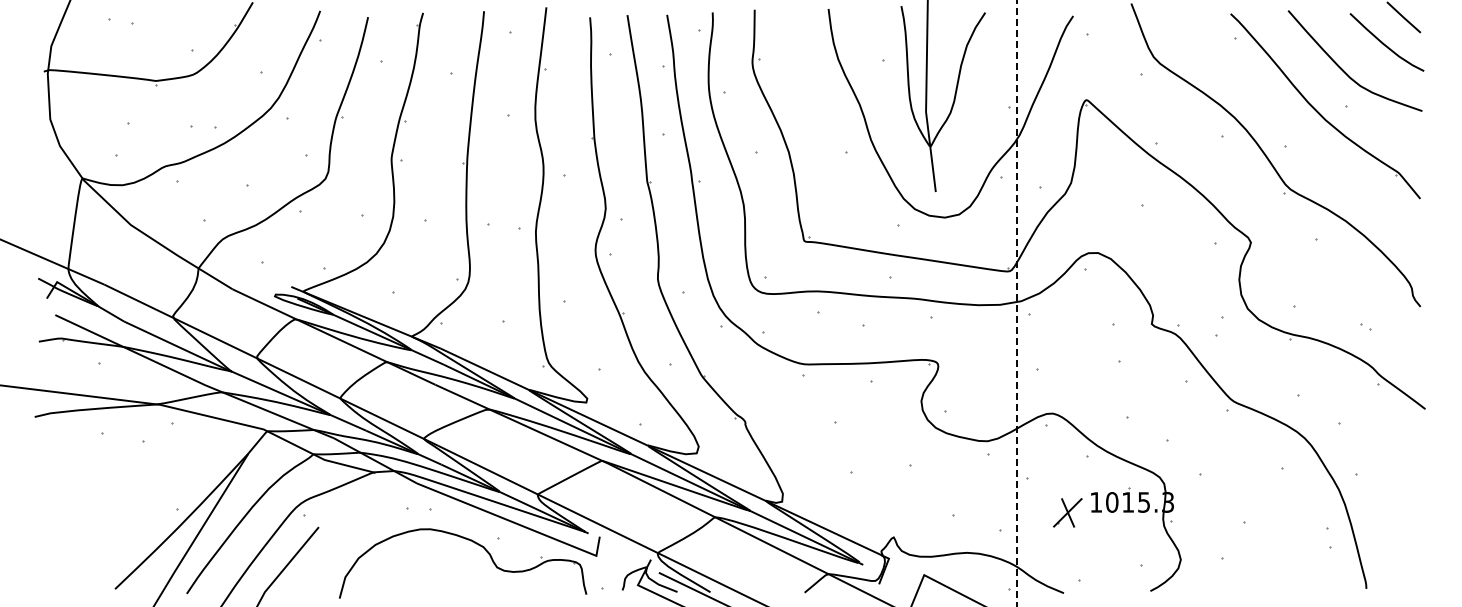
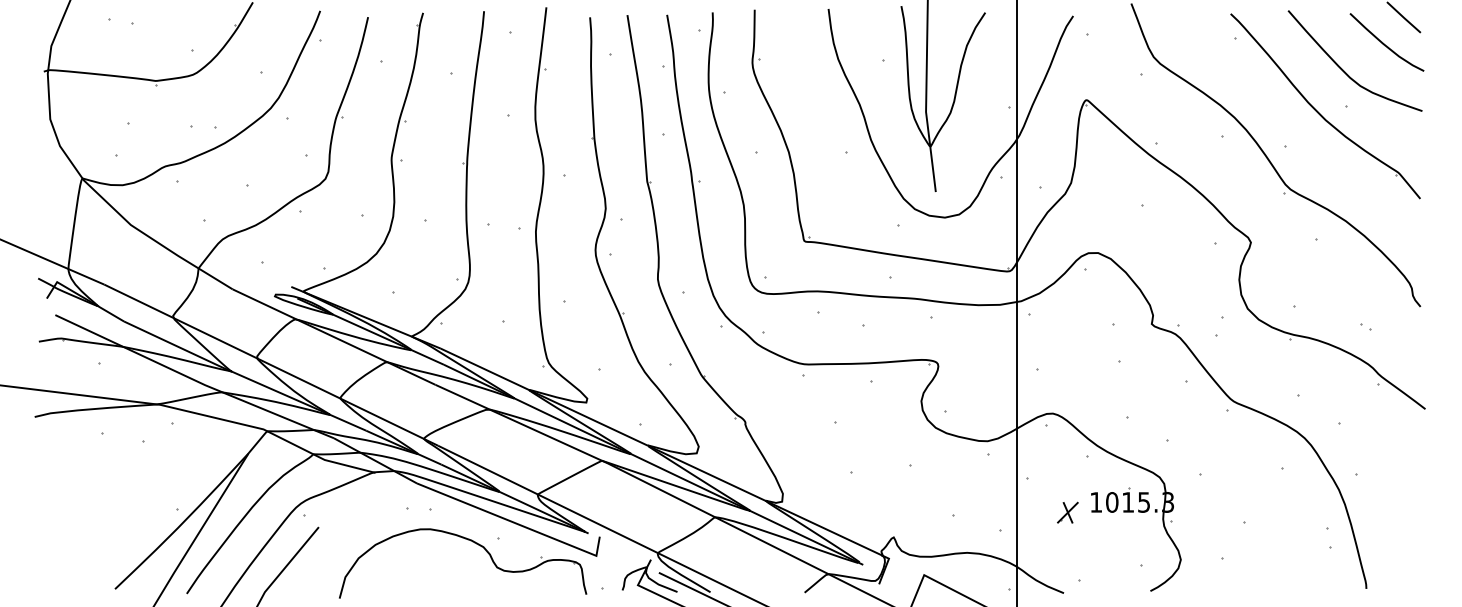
line at (1016, 303): dashed -> solid
part at (1067, 512) size: 30x30 px -> 22x23 px
